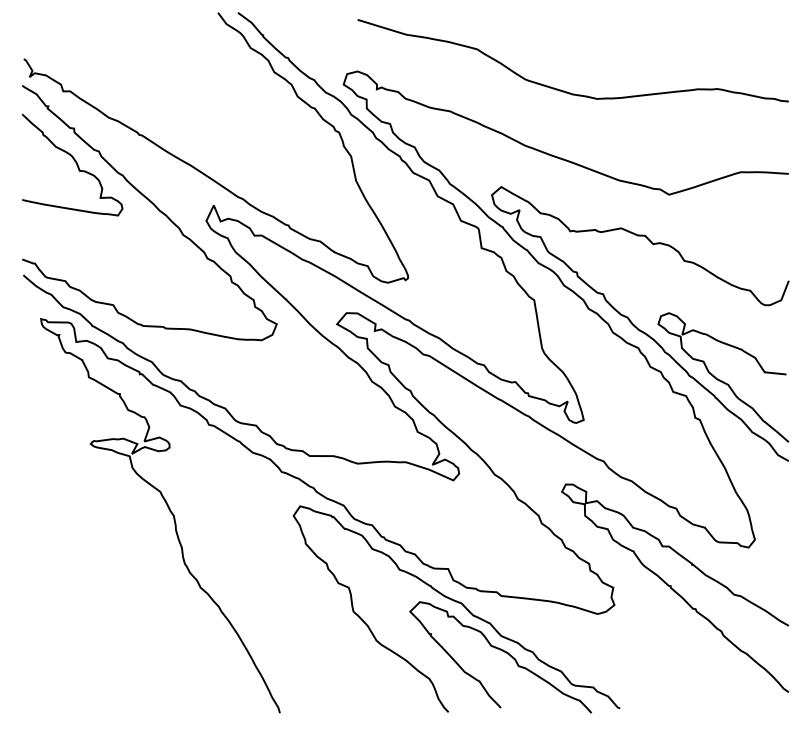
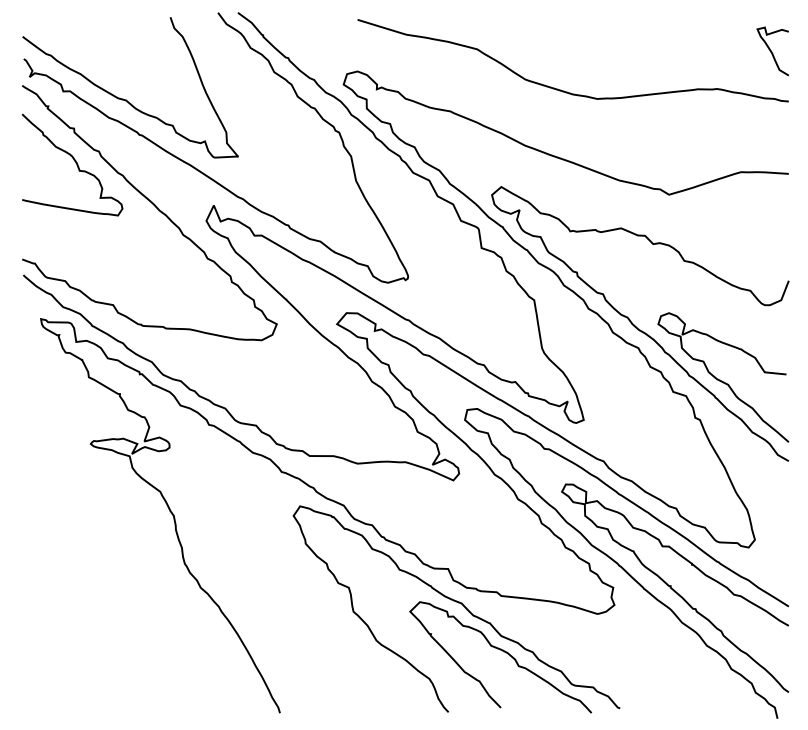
curve at (772, 51): none -> present
curve at (126, 99): none -> present
curve at (622, 566): none -> present
